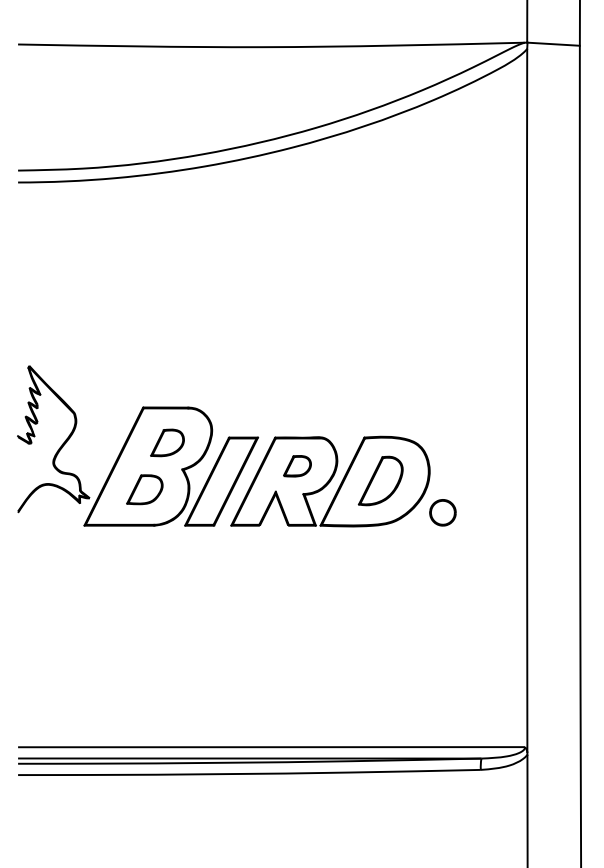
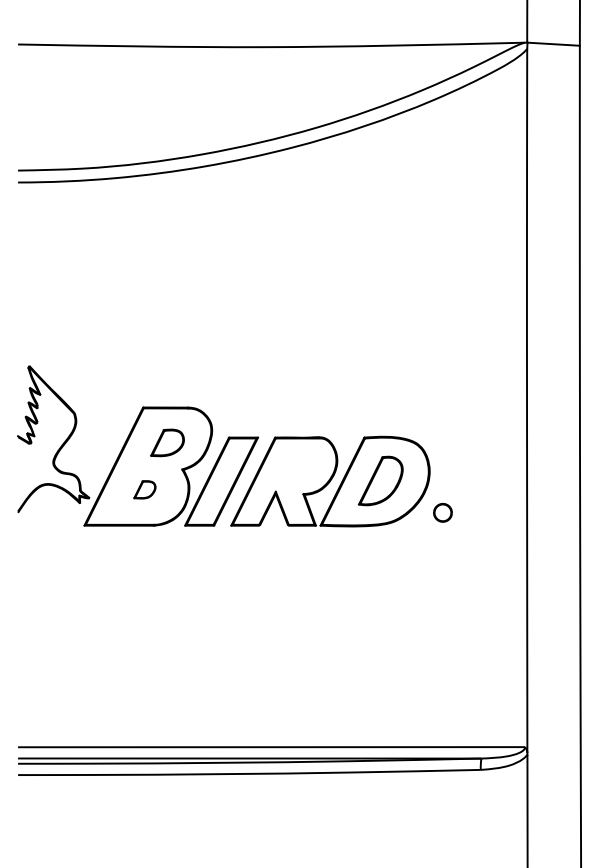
part at (297, 466): present -> none
part at (144, 489) size: 38x32 px -> 24x20 px
part at (442, 512) size: 28x28 px -> 20x20 px
